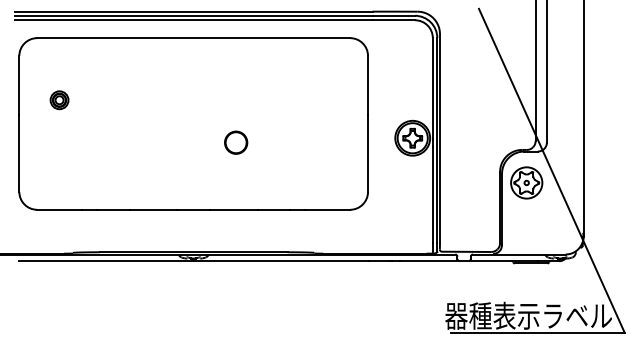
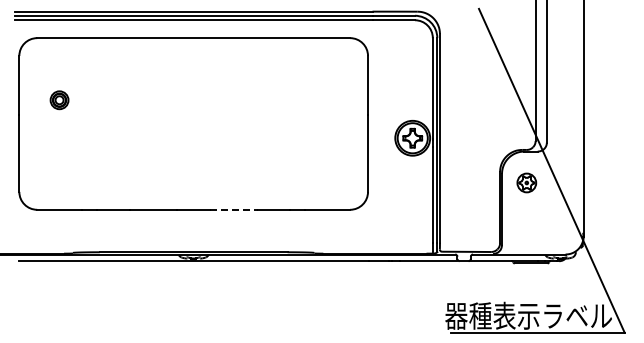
circle at (236, 142): present -> none
part at (526, 182) size: 34x34 px -> 22x22 px
line at (233, 209): solid -> dashed
